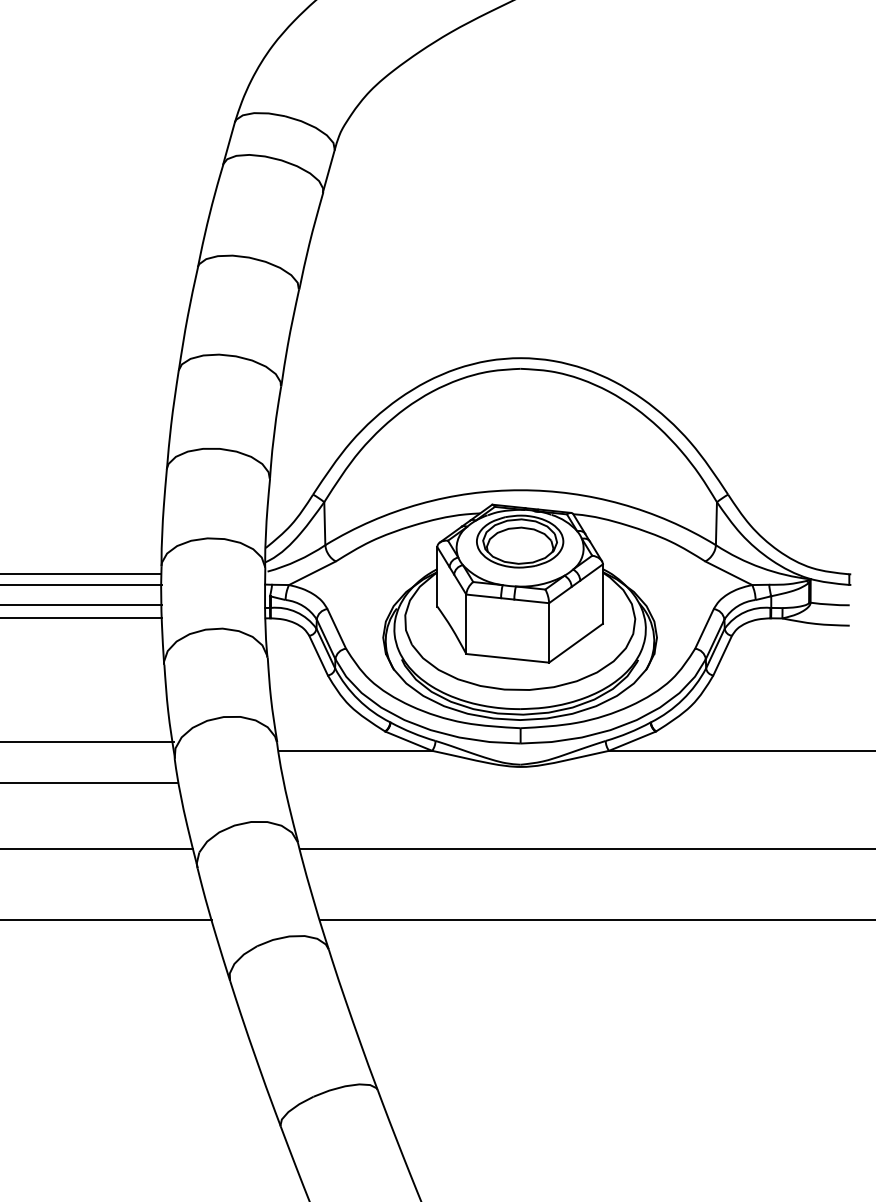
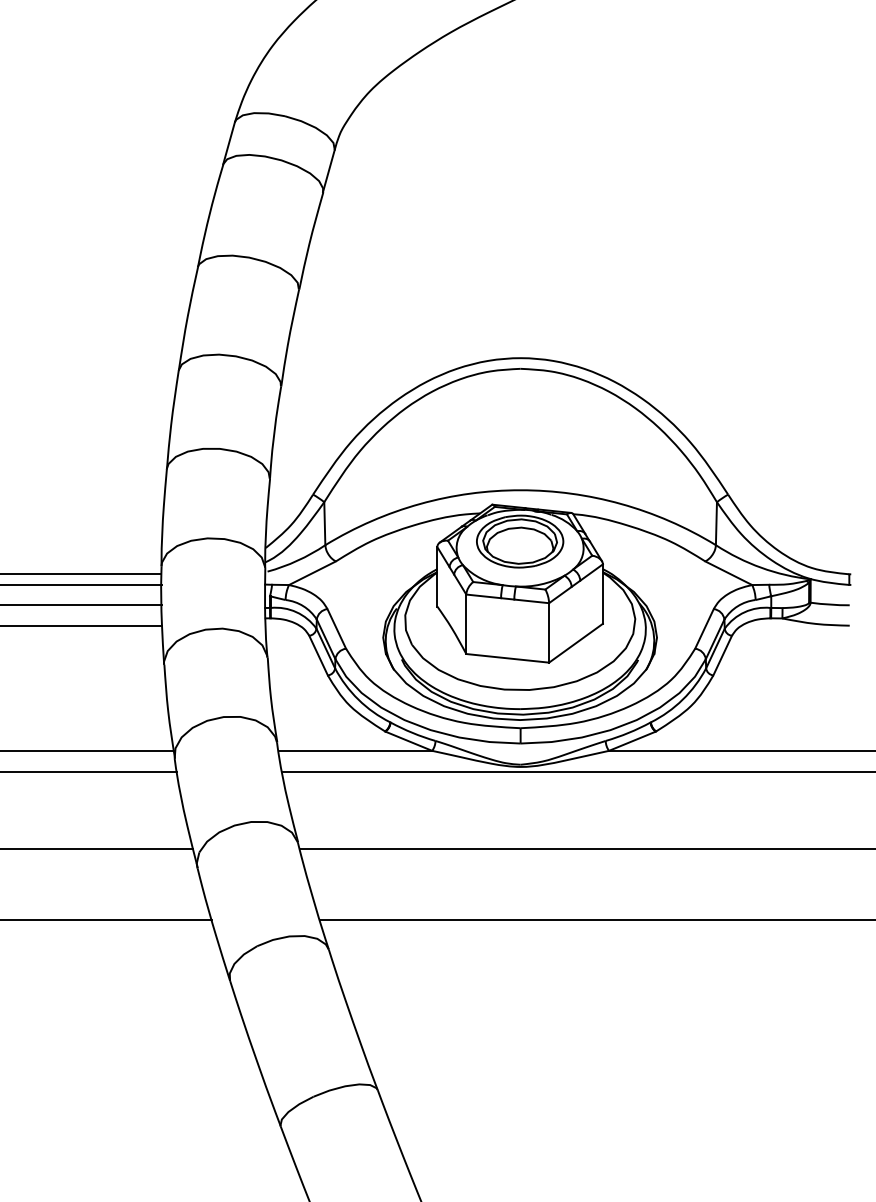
line at (82, 617) position: (82, 617) -> (82, 625)
line at (87, 741) position: (87, 741) -> (87, 750)
line at (577, 771): none -> present
line at (89, 782) position: (89, 782) -> (89, 771)
